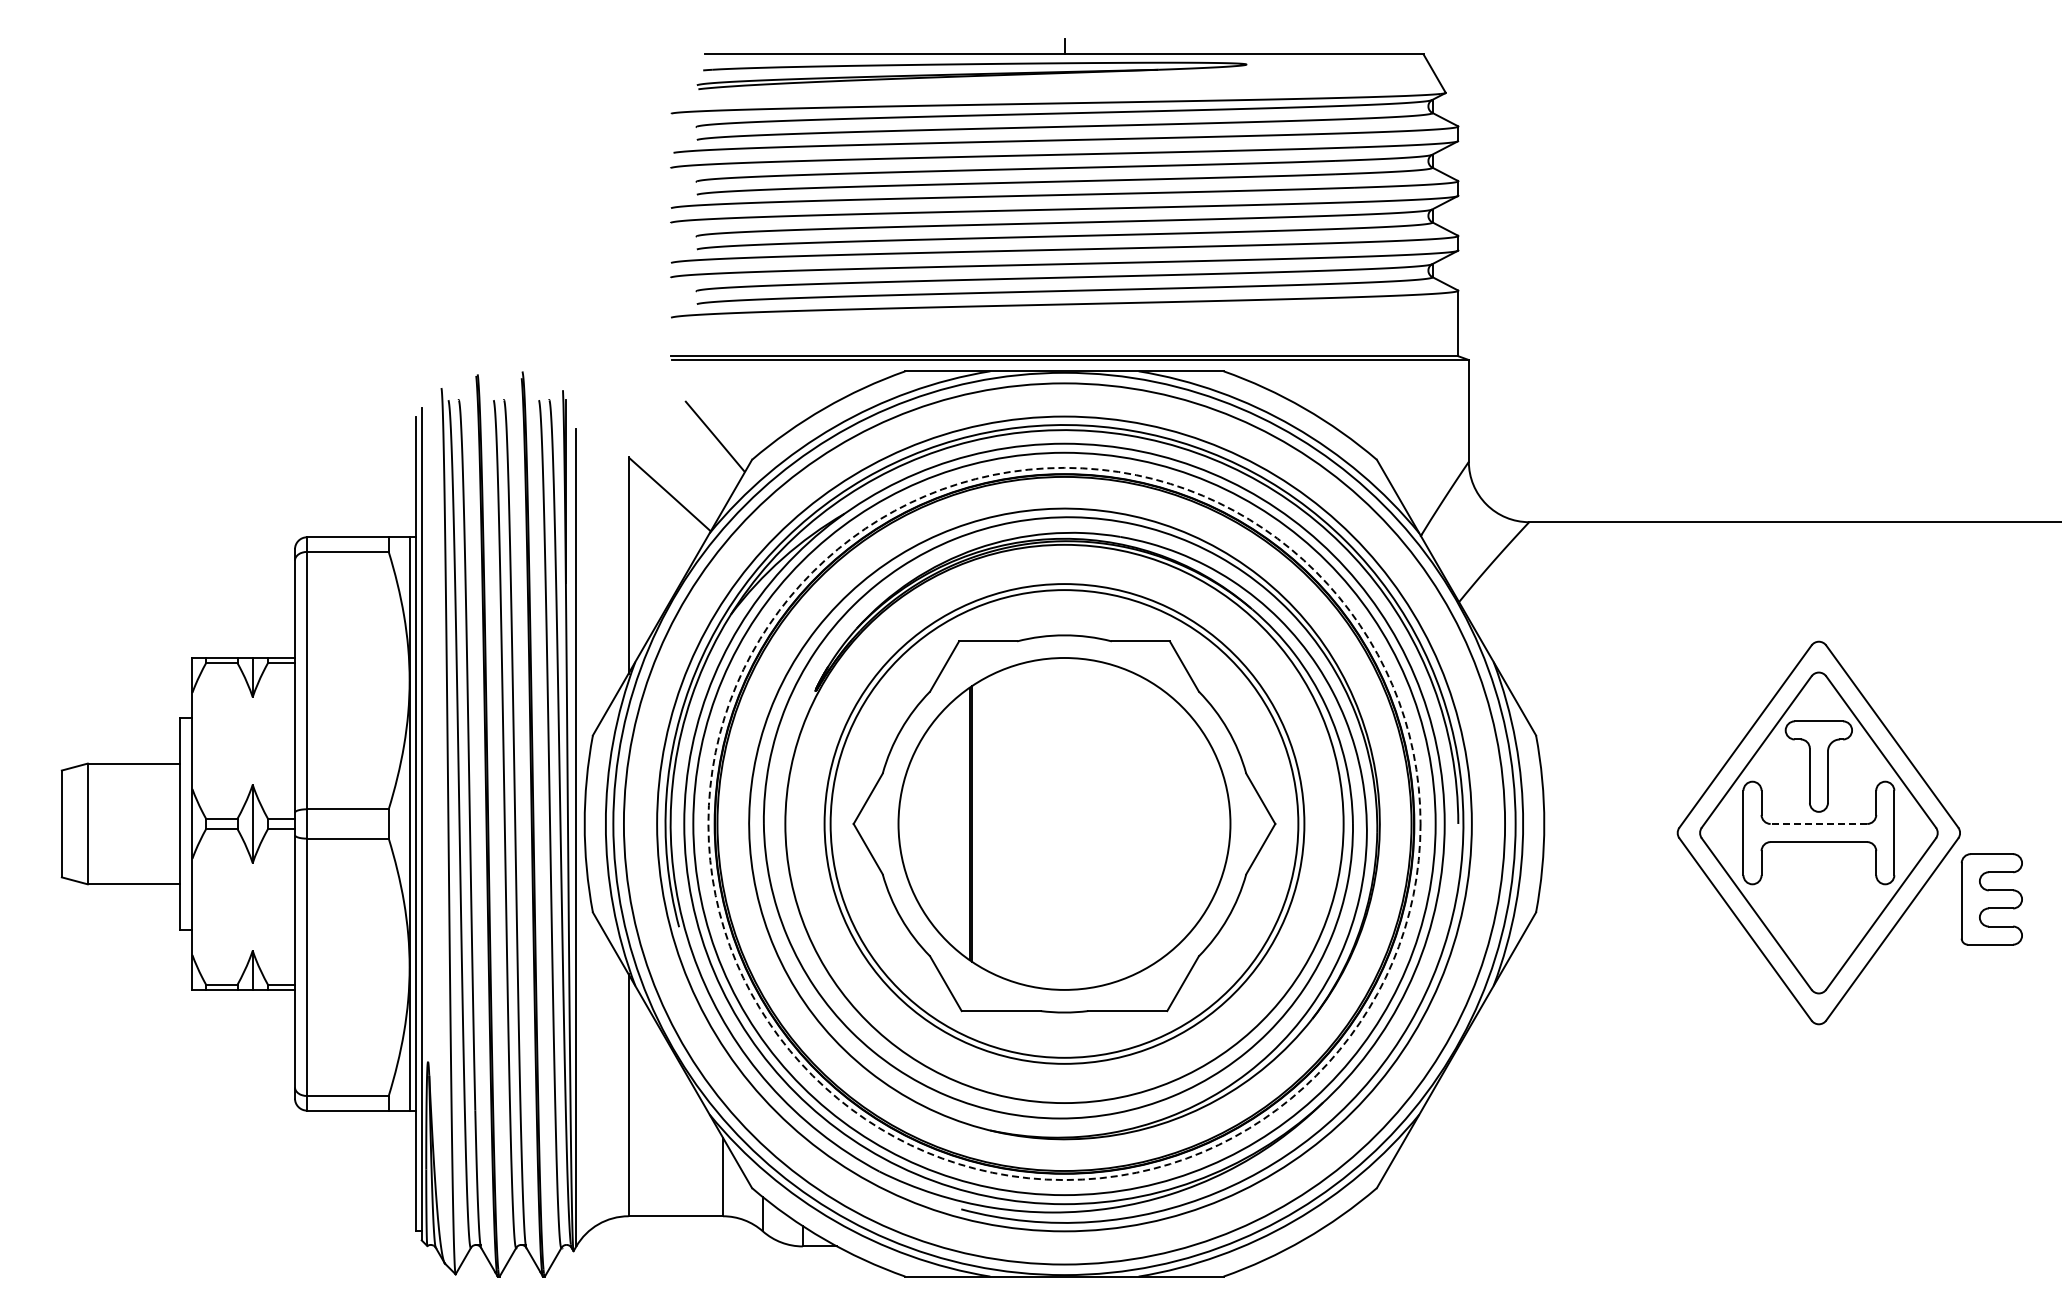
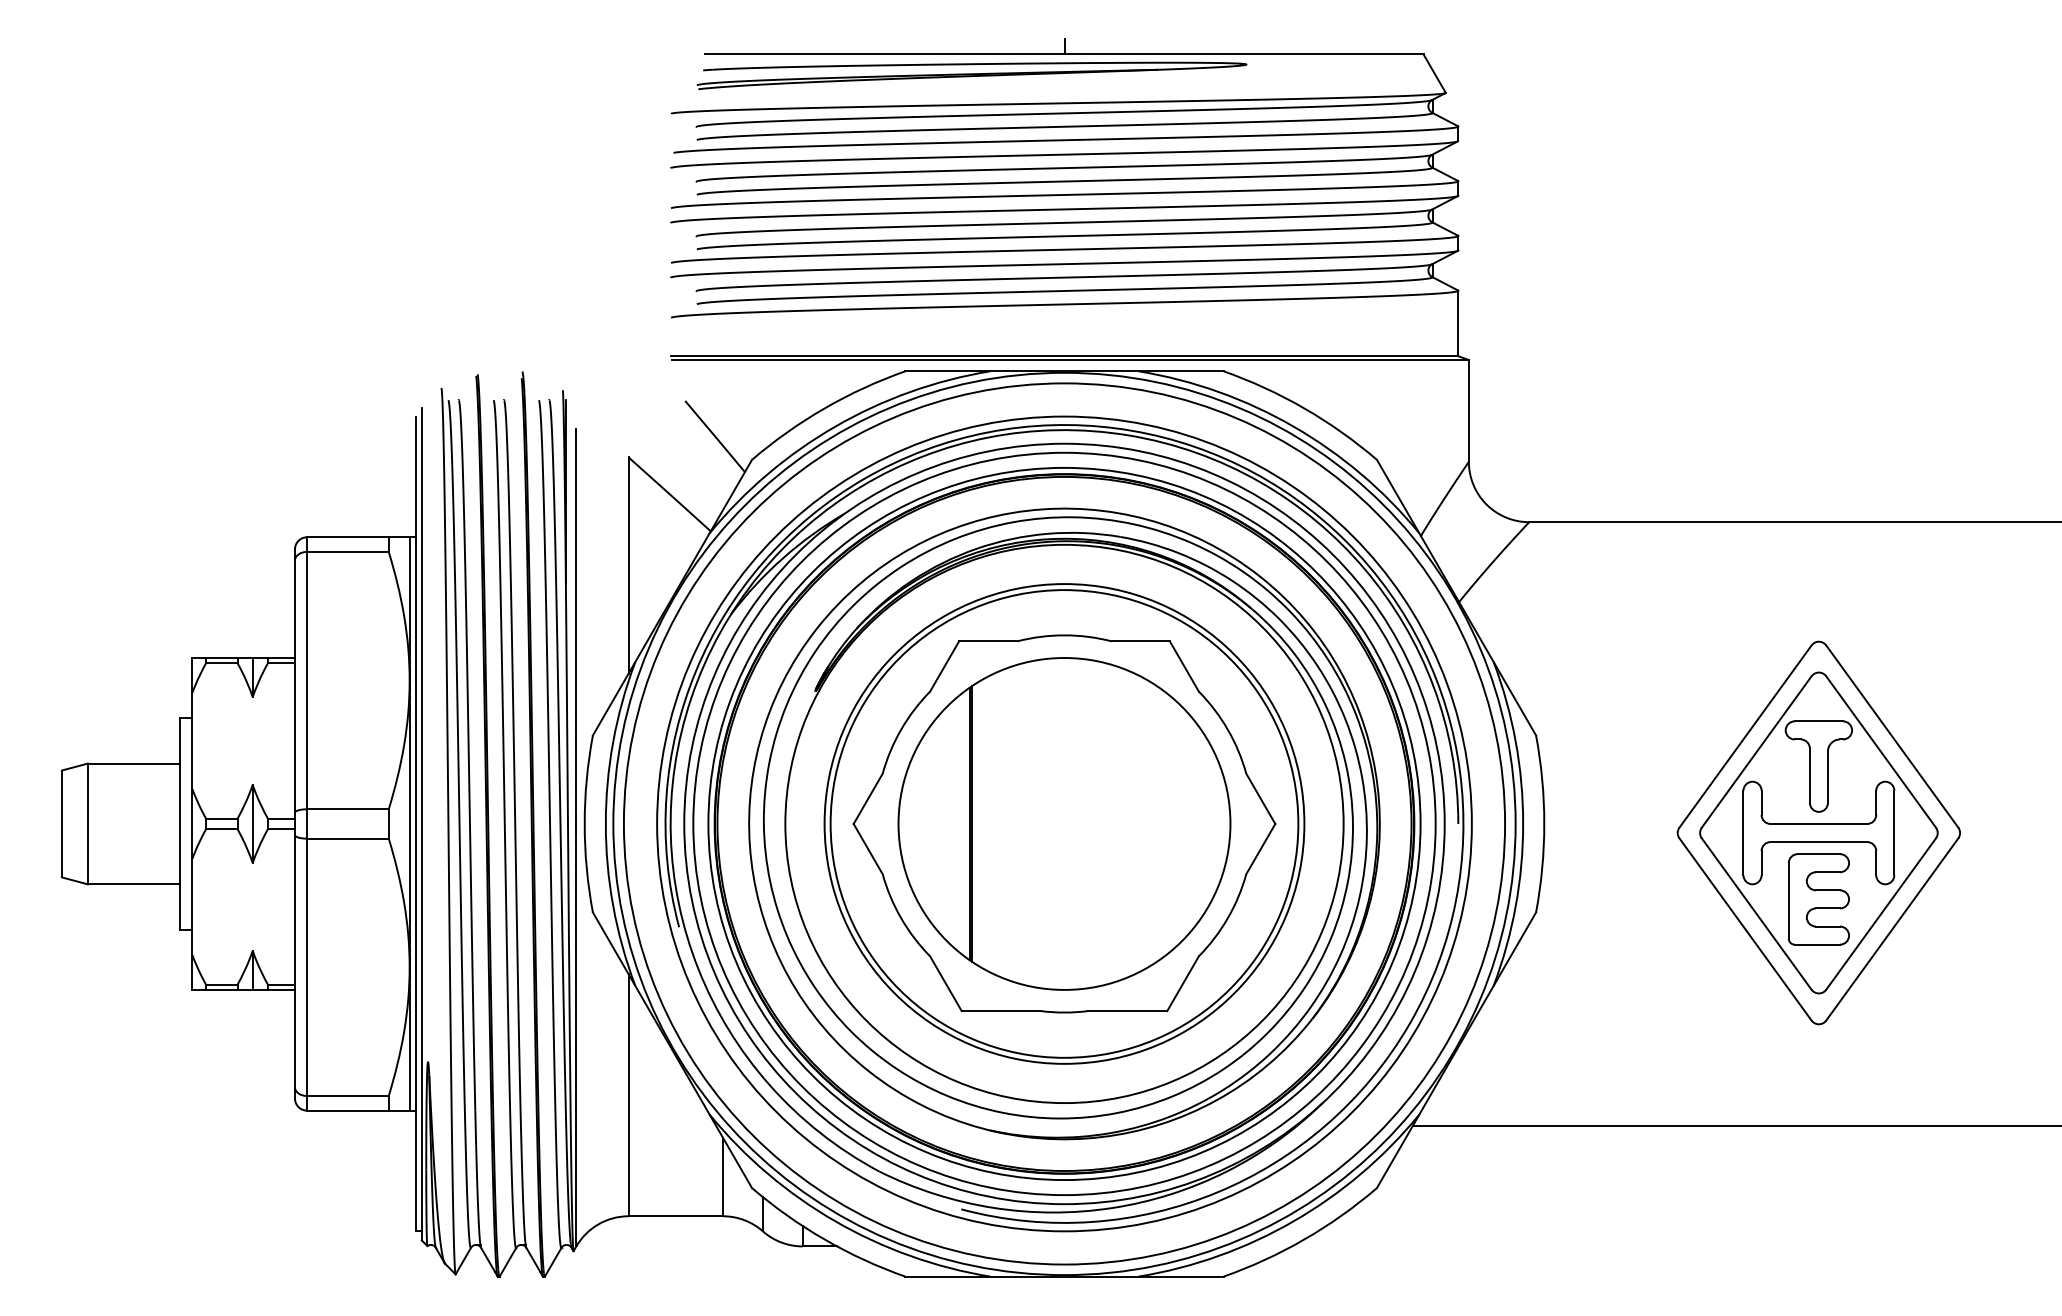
circle at (1064, 823): dashed -> solid
line at (1818, 823): dashed -> solid
part at (1991, 899) position: (1991, 899) -> (1818, 899)
line at (1735, 1125): none -> present
